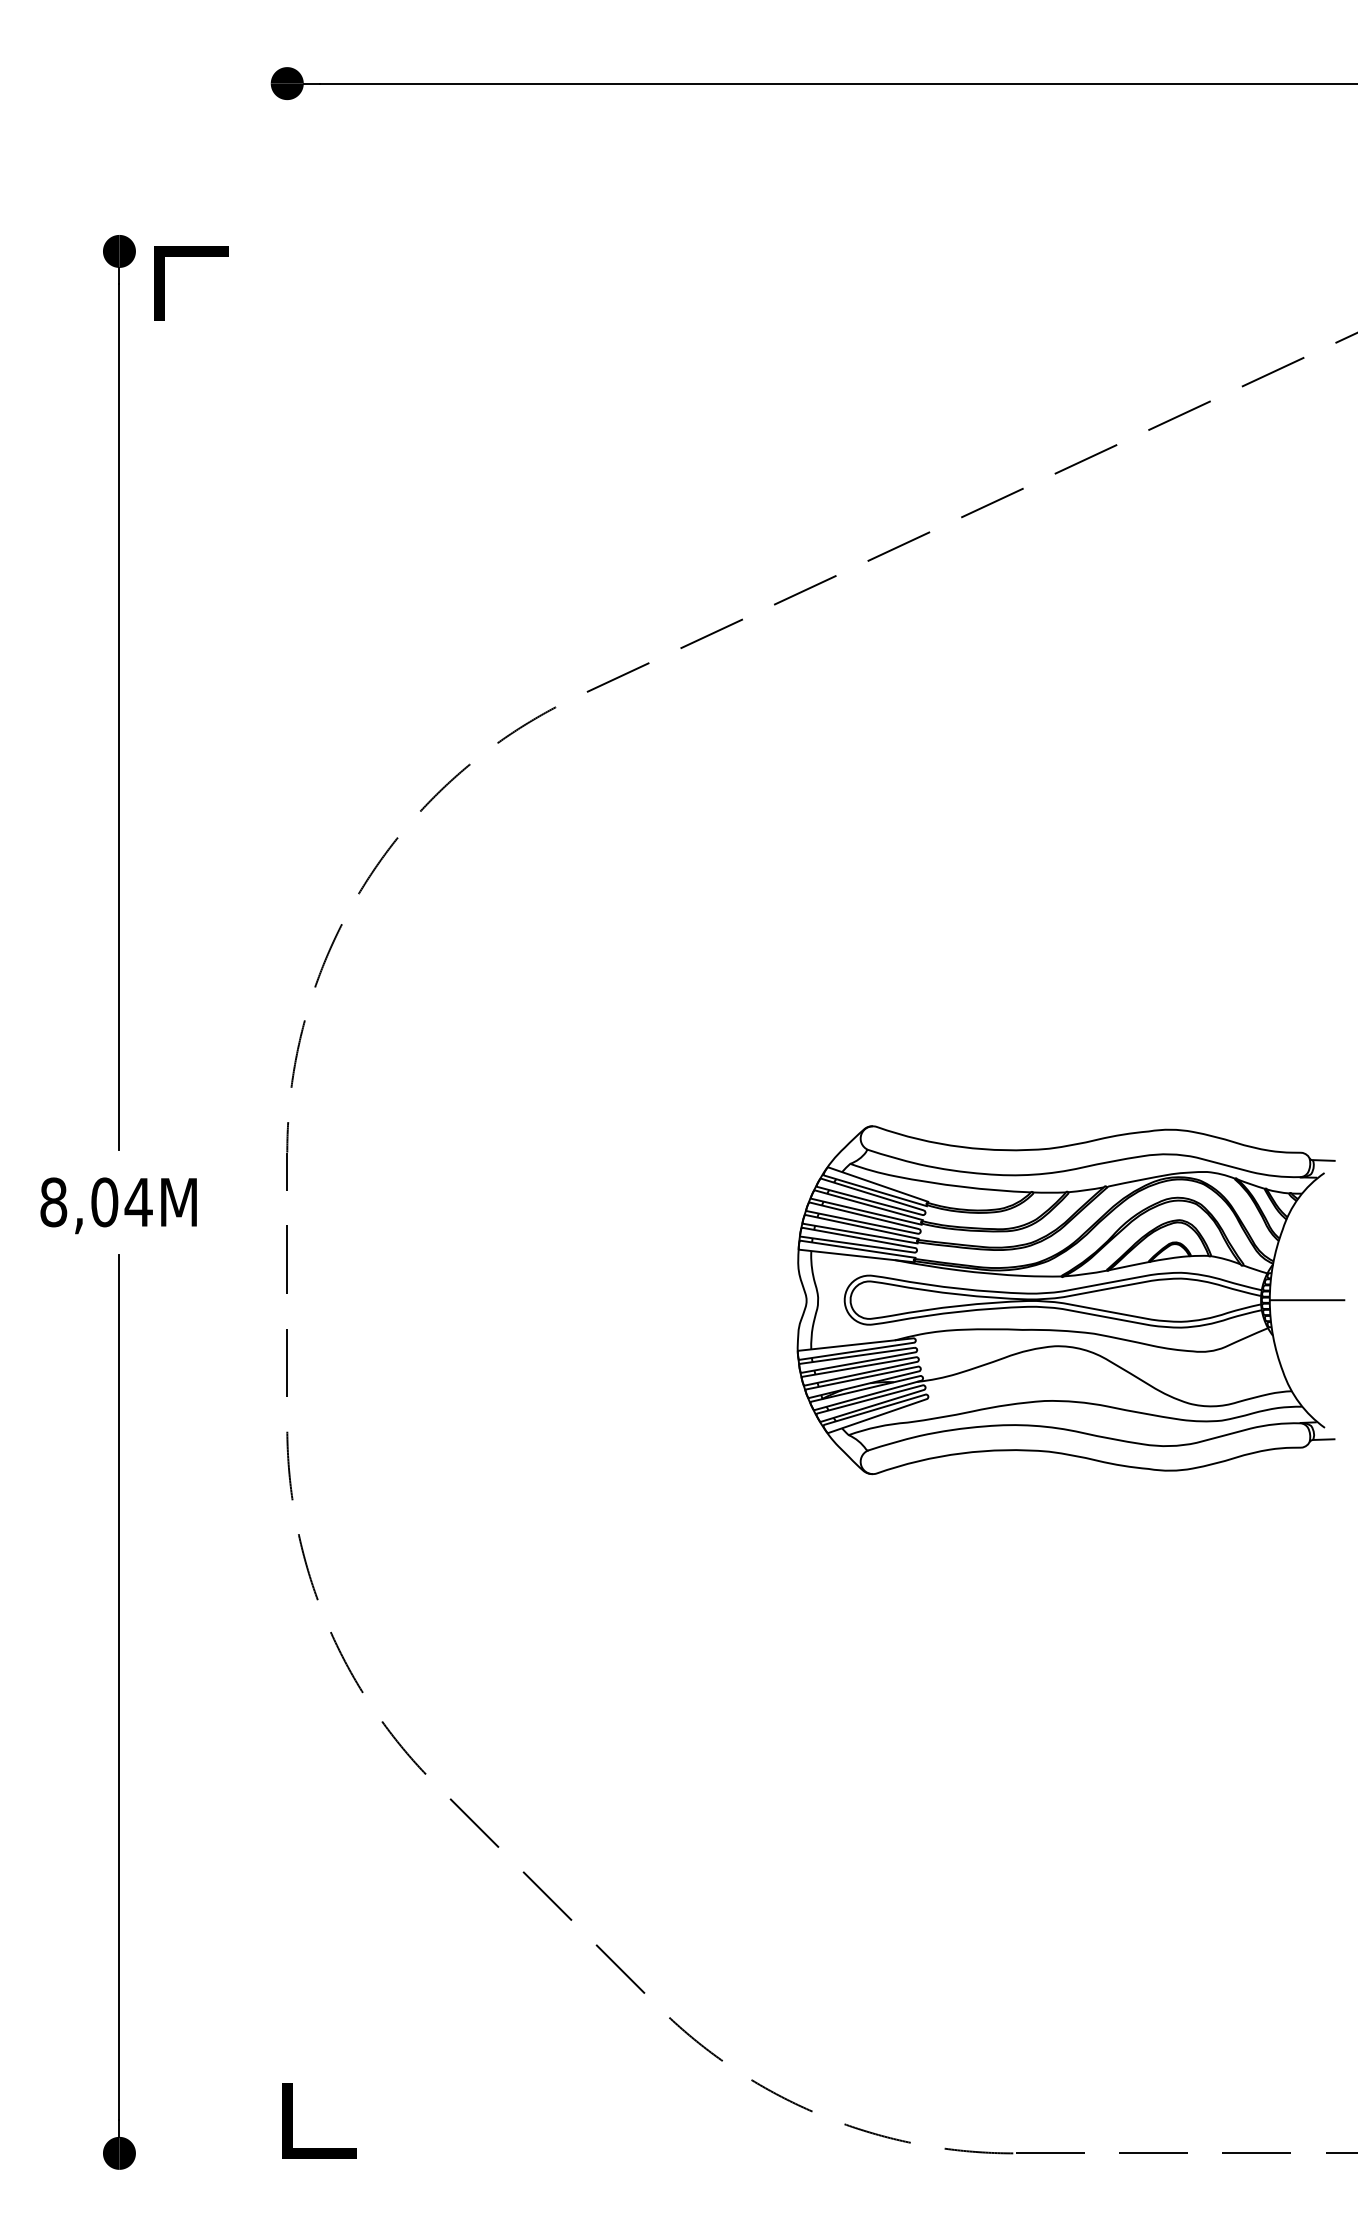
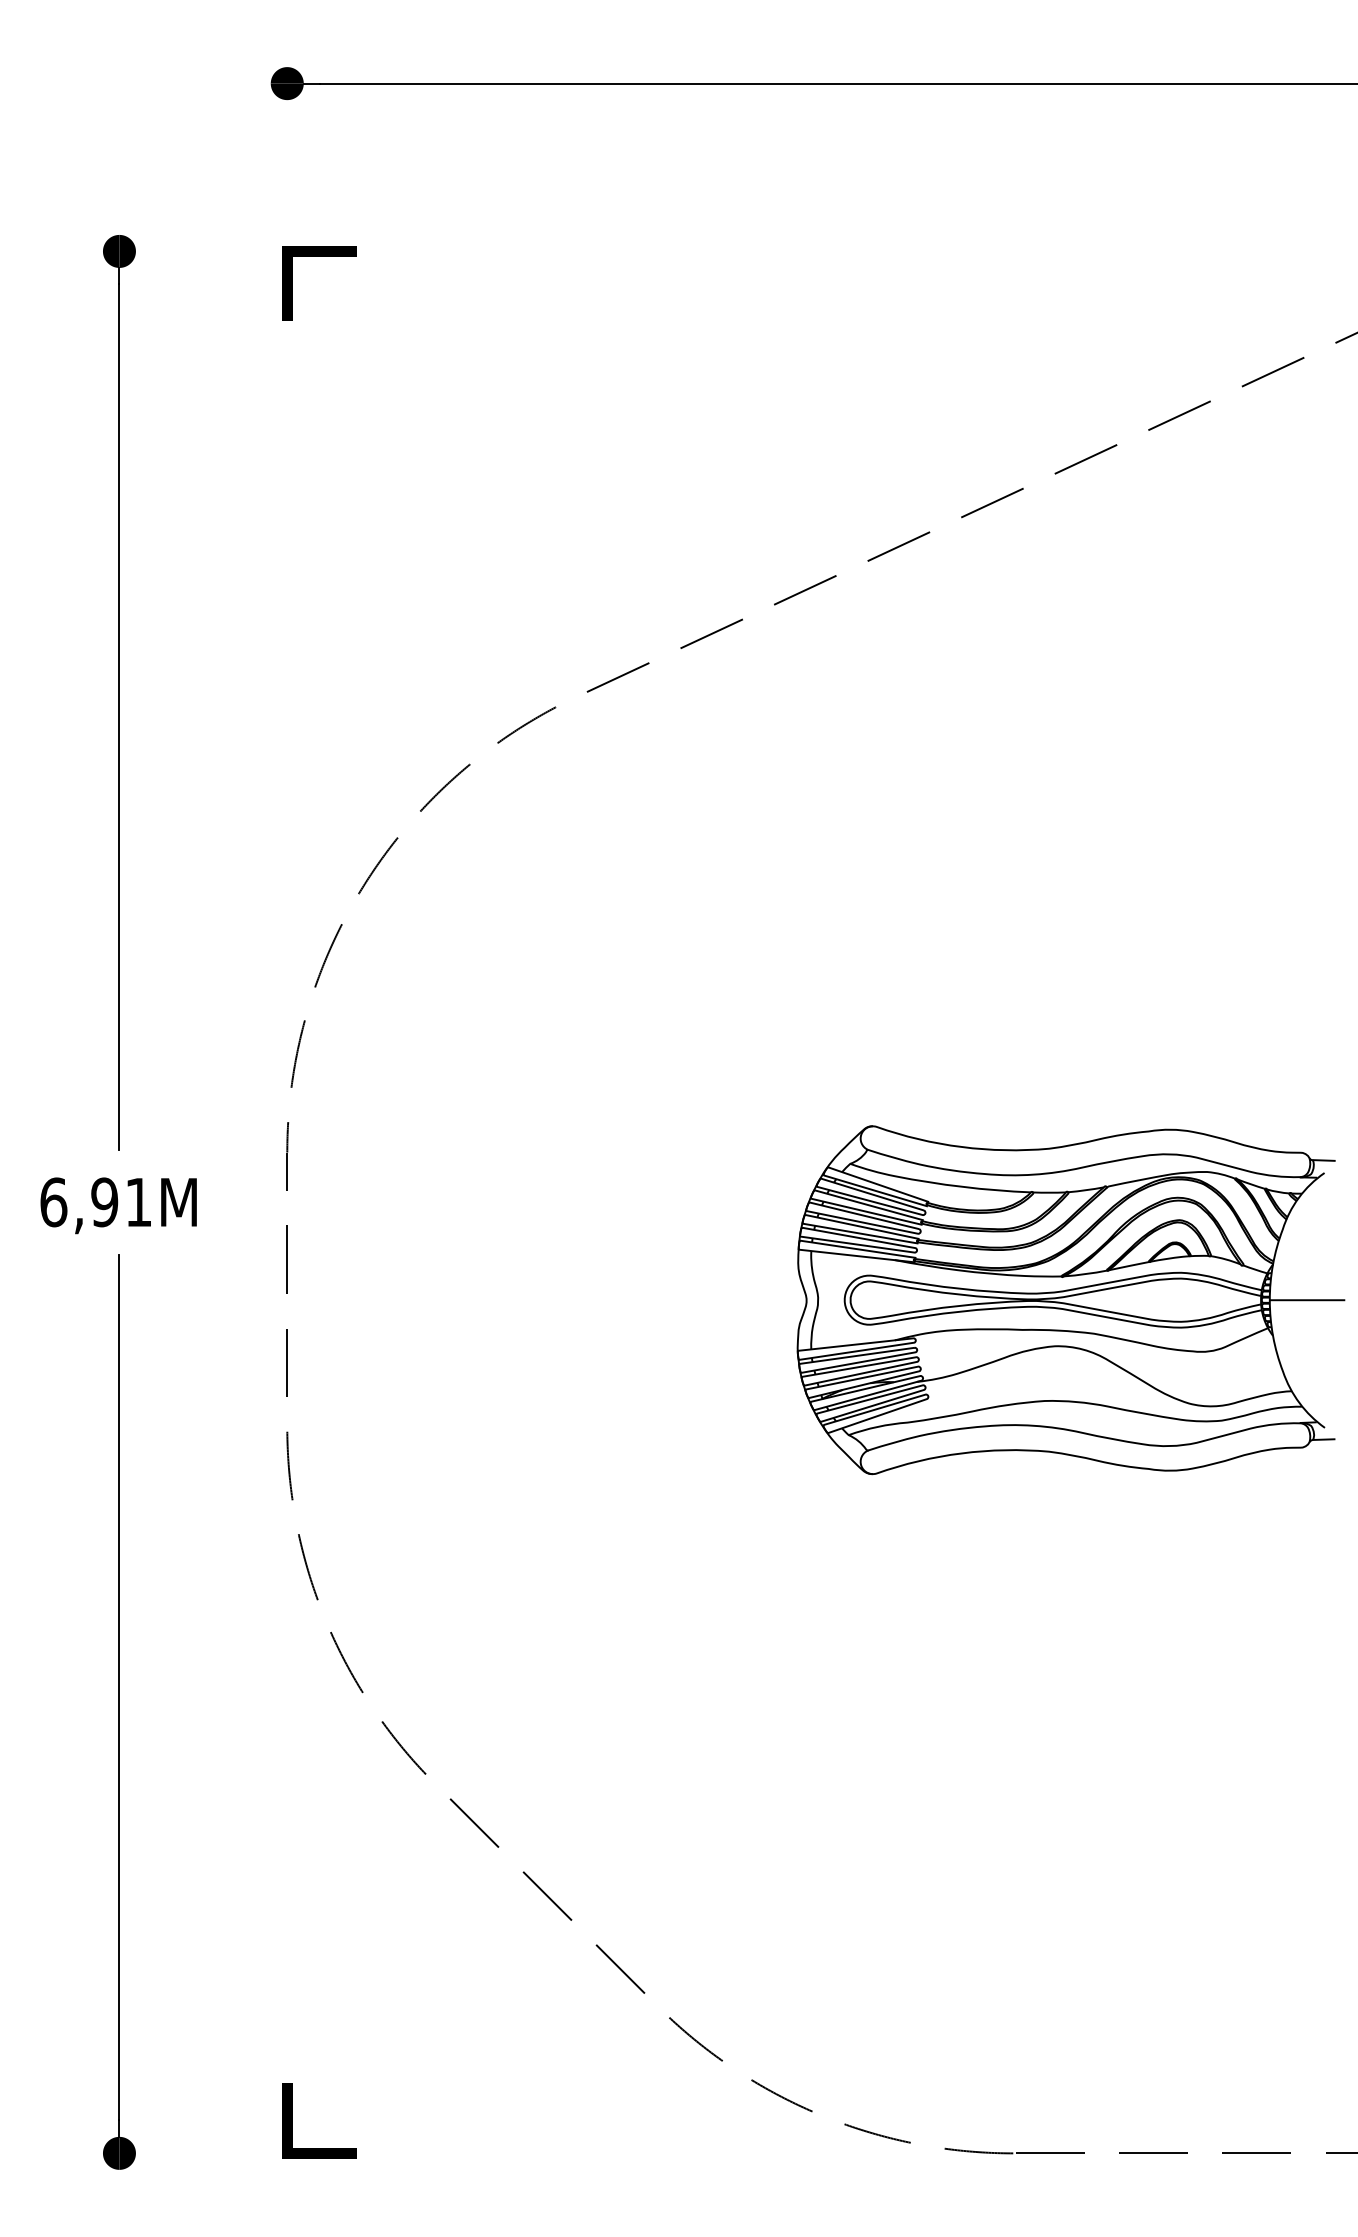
line at (191, 256) position: (191, 256) -> (319, 256)
text at (96, 1202): 8,04M -> 6,91M
